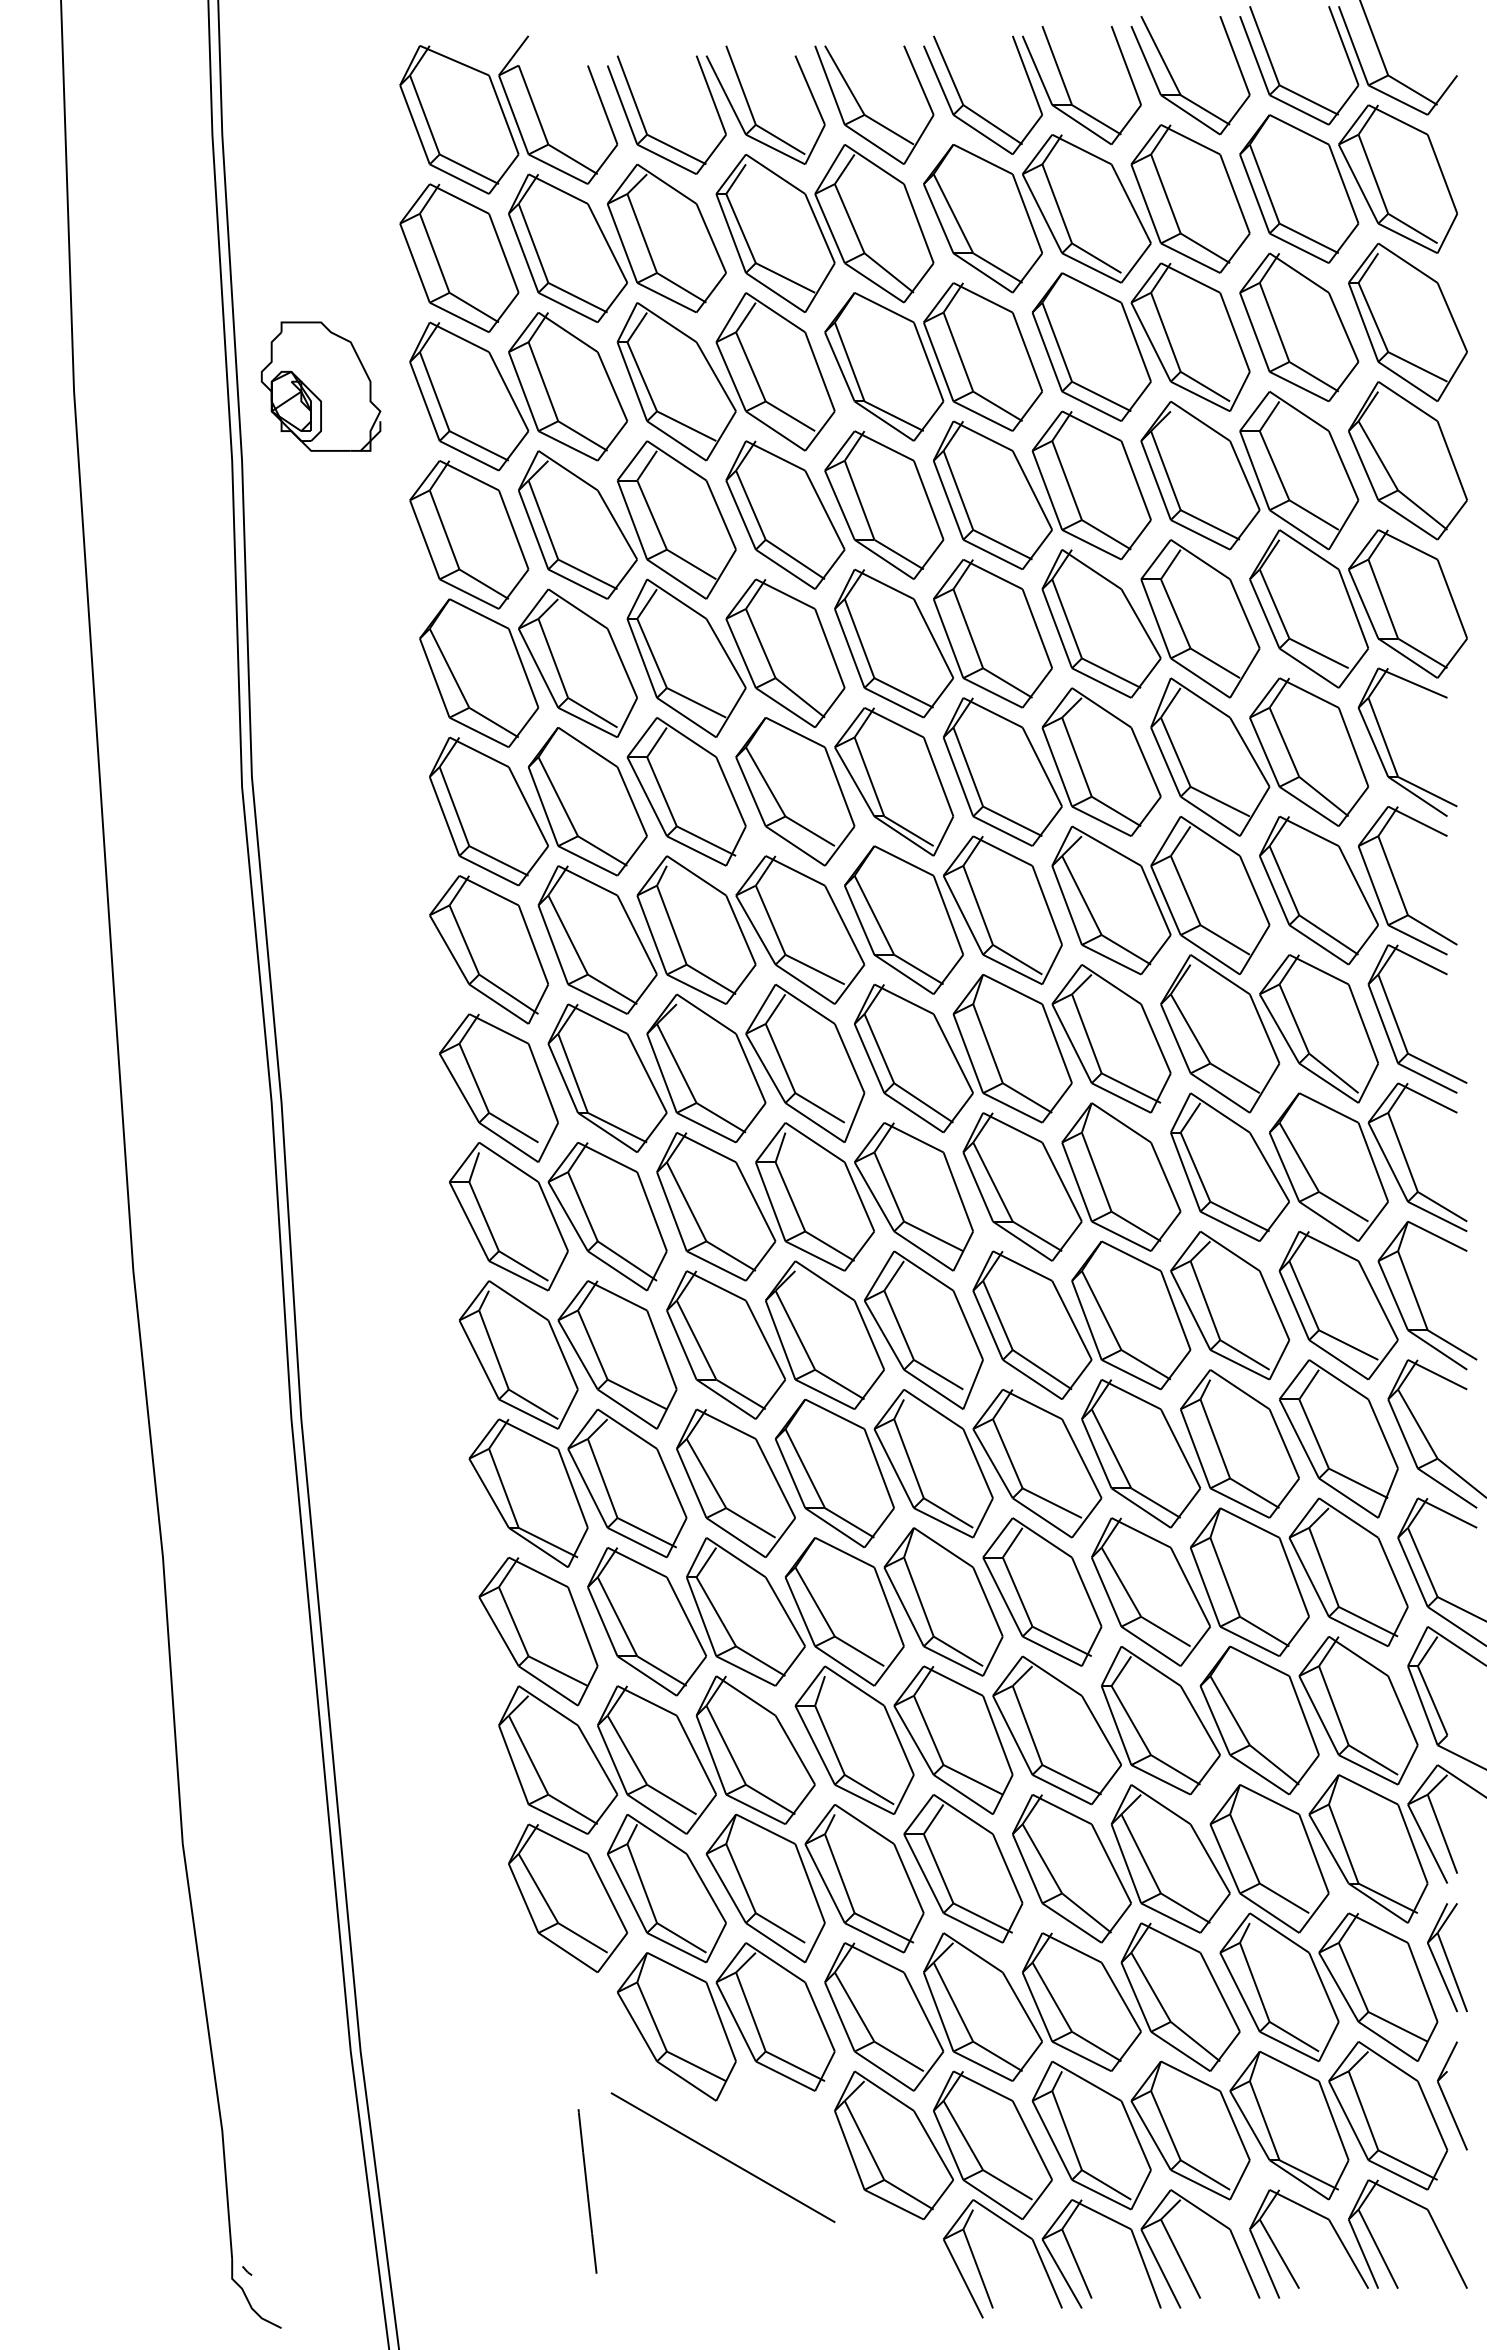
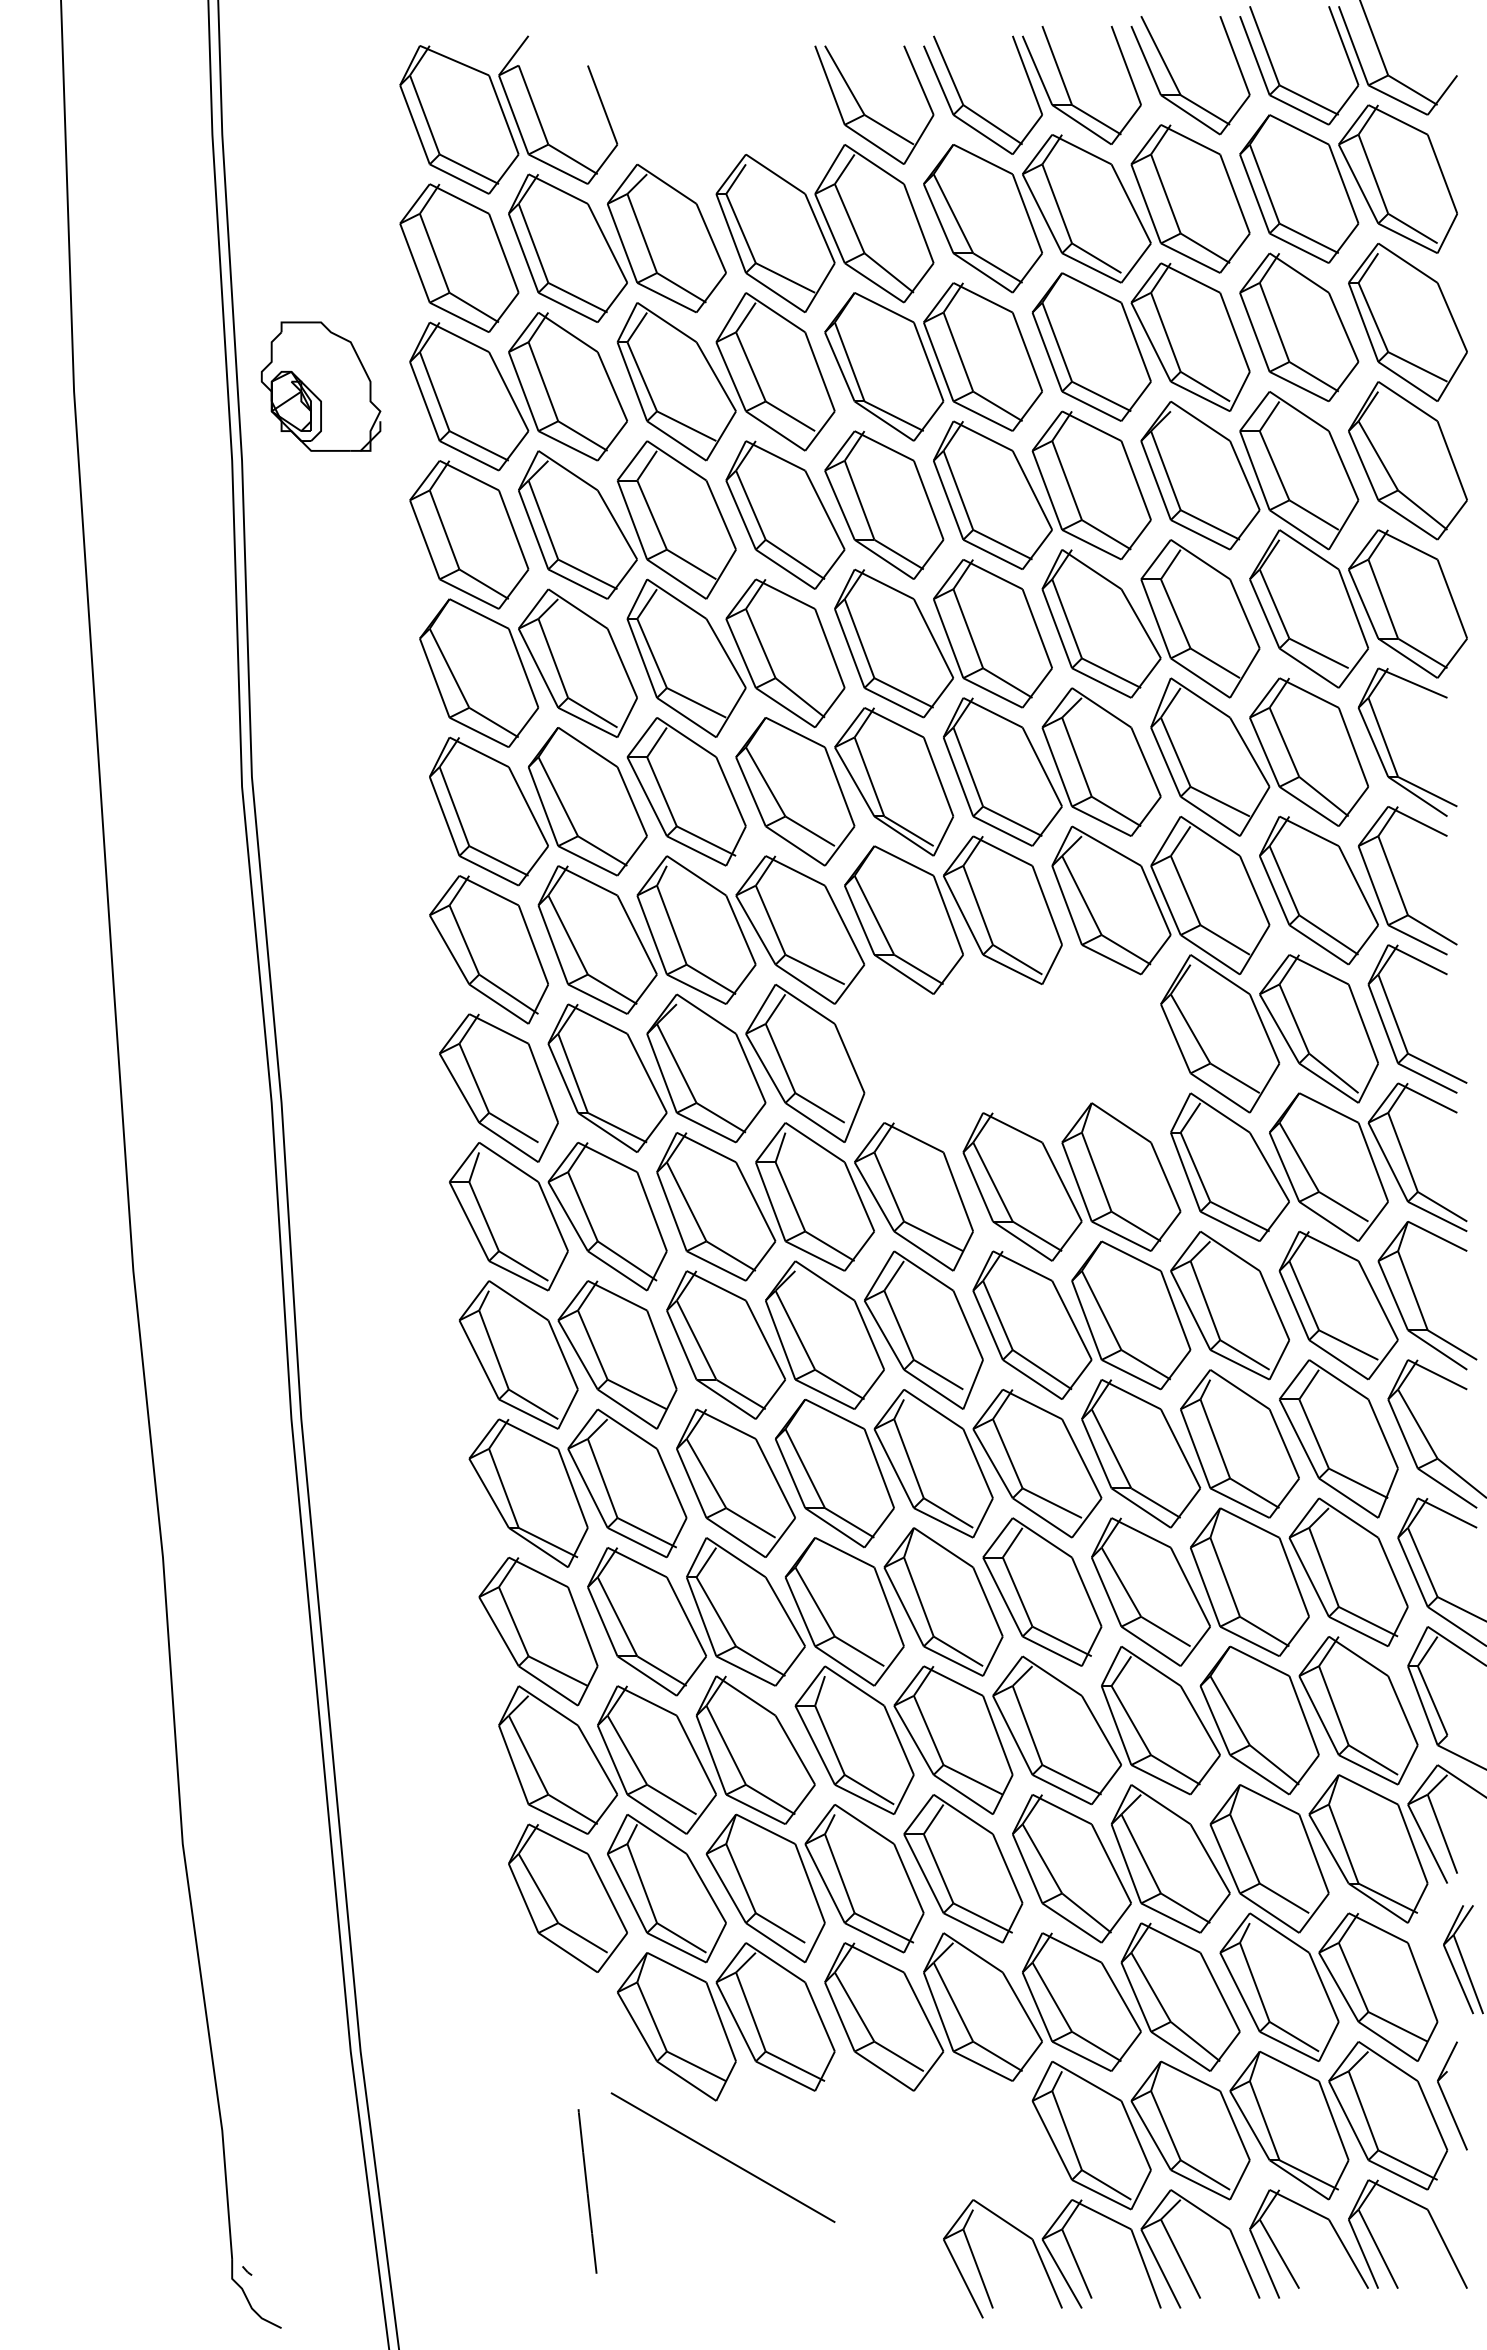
part at (716, 109): present -> none
part at (1012, 1048): present -> none
part at (1447, 1957) position: (1447, 1957) -> (1463, 1959)
part at (943, 2145): present -> none
